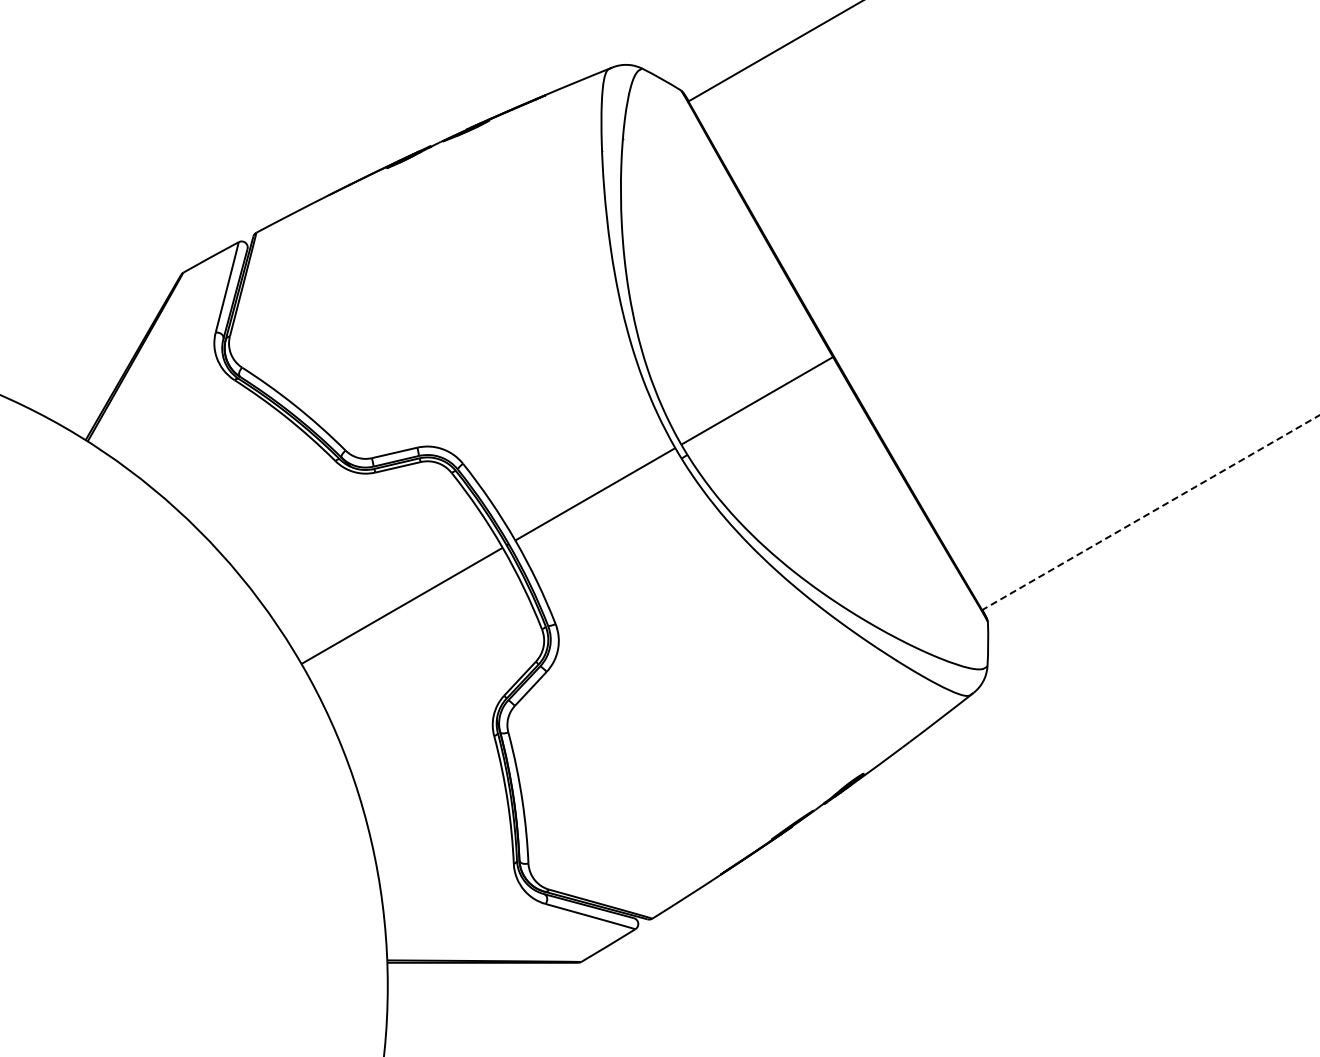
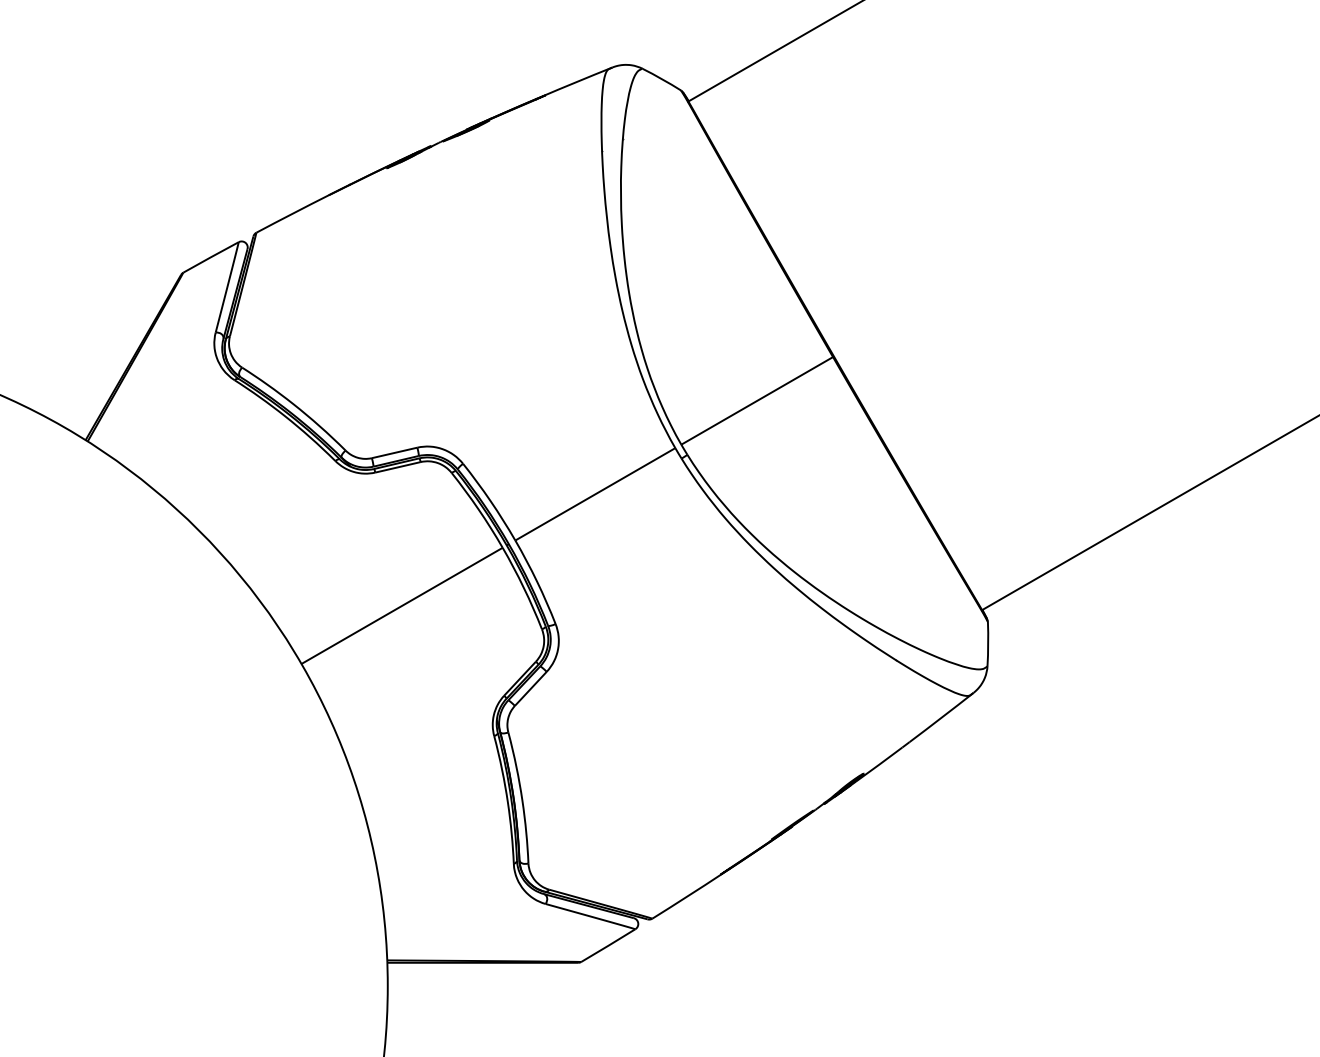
line at (1150, 512): dashed -> solid
